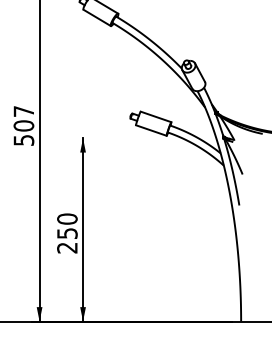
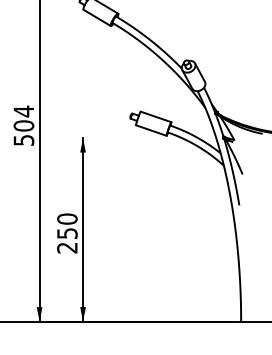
text at (23, 111): 507 -> 504
